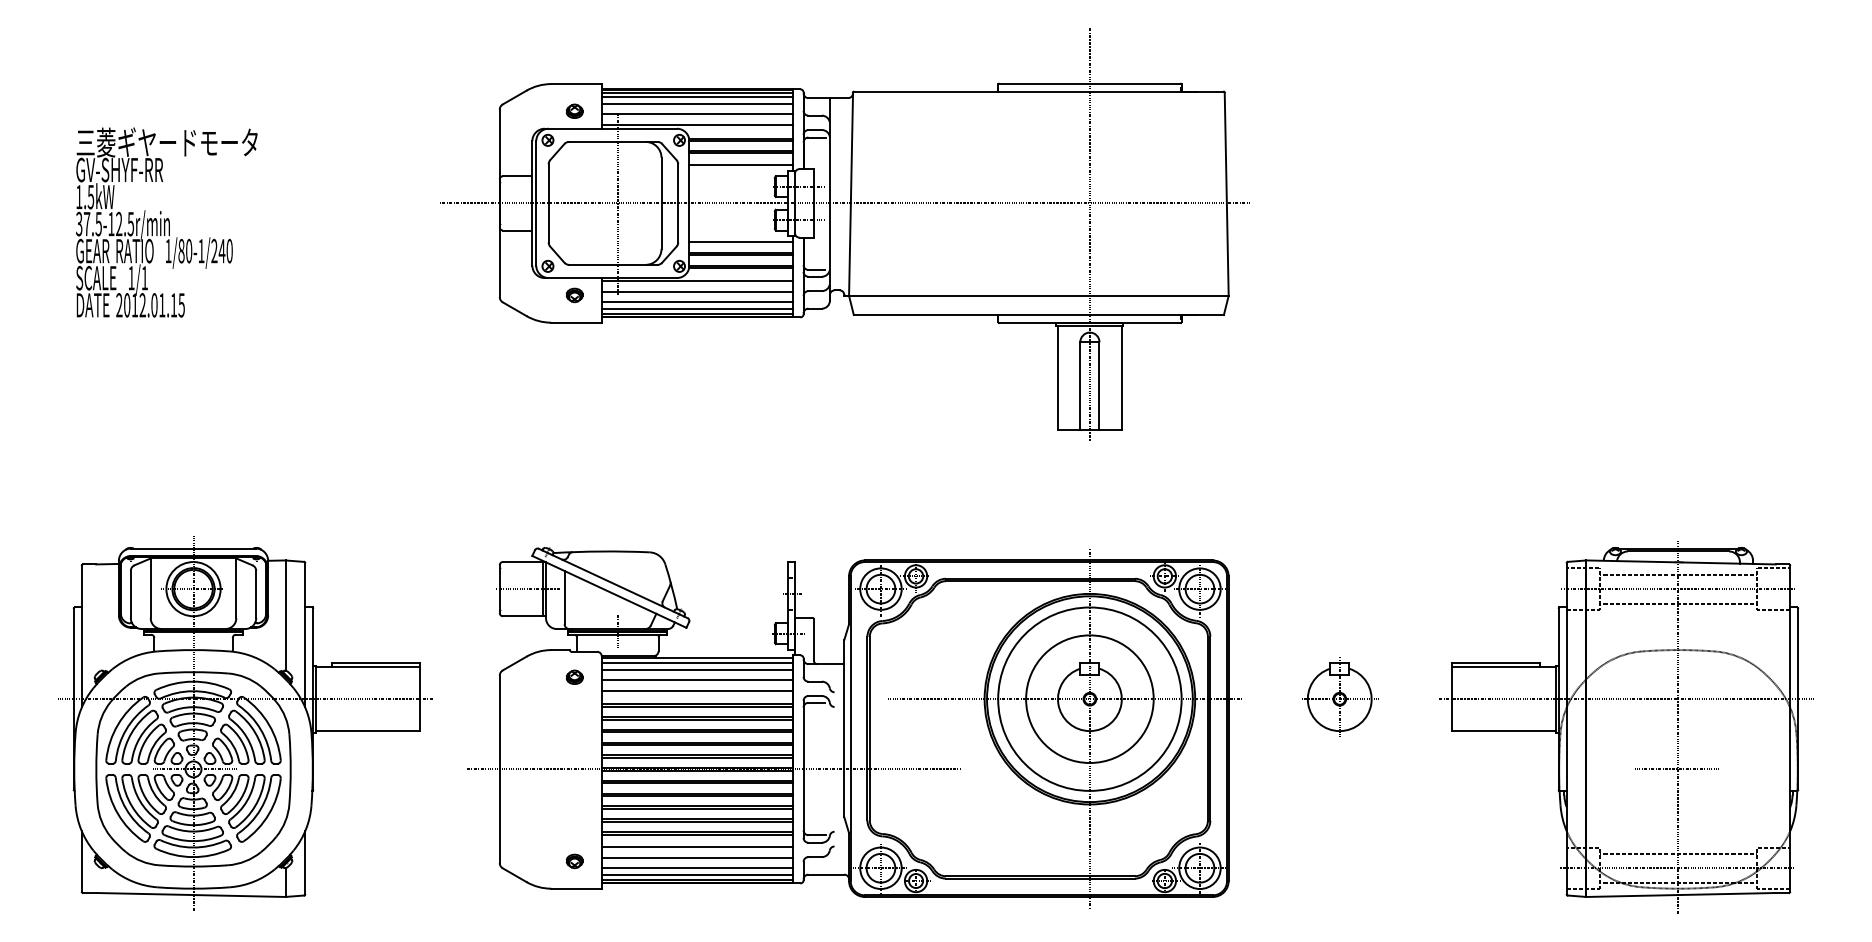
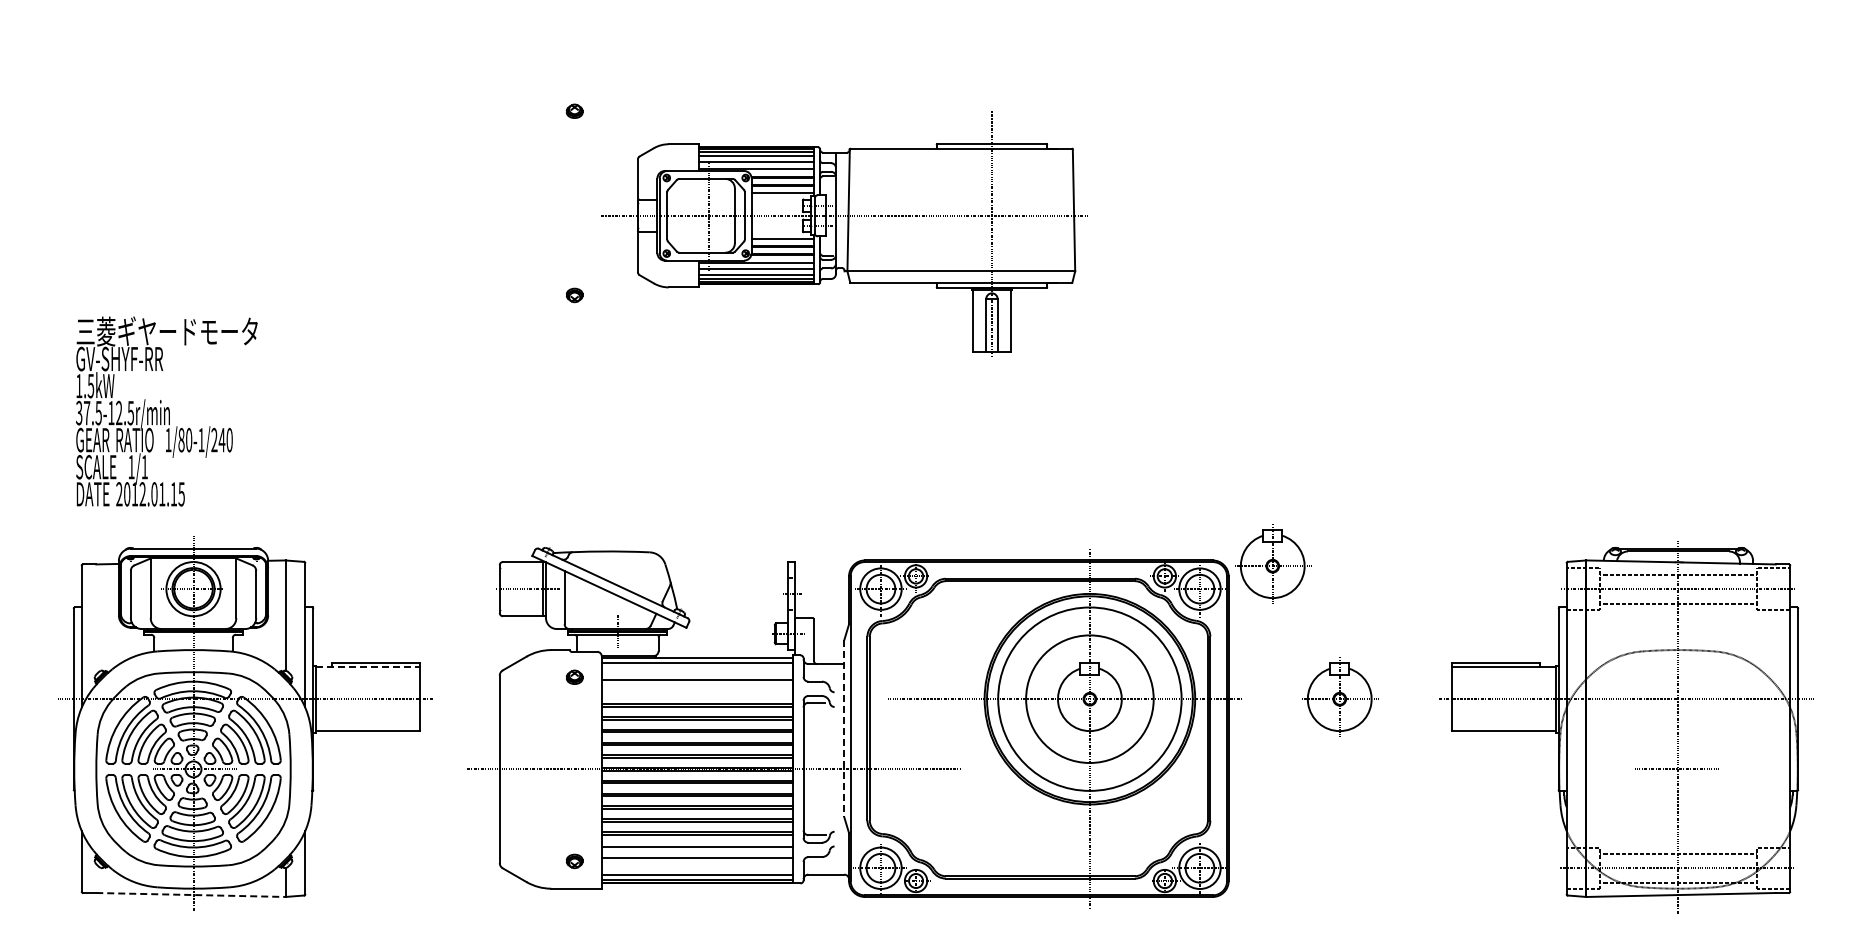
text at (166, 222) position: (166, 222) -> (166, 411)
part at (844, 234) size: 810x413 px -> 487x246 px
part at (1273, 563): none -> present
line at (368, 667): solid -> dashed
line at (697, 670): present -> none
line at (697, 691): present -> none
line at (844, 728): solid -> dashed
line at (697, 868): present -> none
line at (191, 894): solid -> dashed
